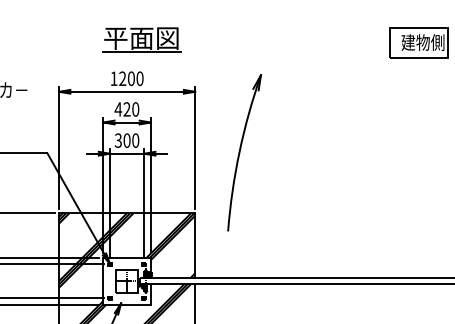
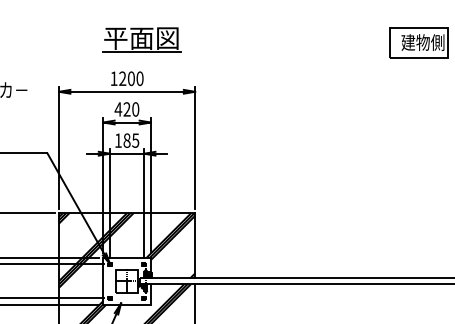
text at (126, 140): 300 -> 185
part at (244, 152): present -> none
